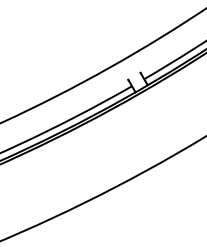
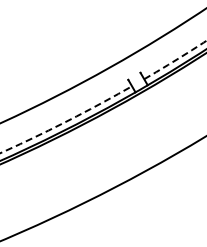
arc at (175, 60): solid -> dashed
arc at (67, 121): solid -> dashed
